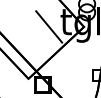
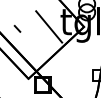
line at (17, 28): none -> present
